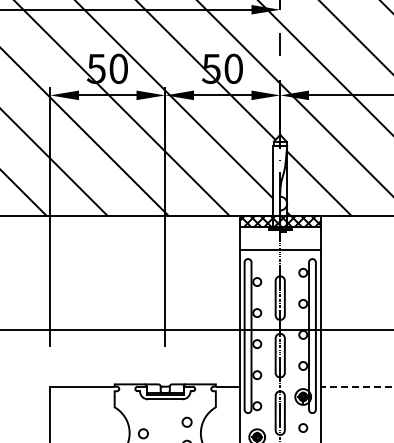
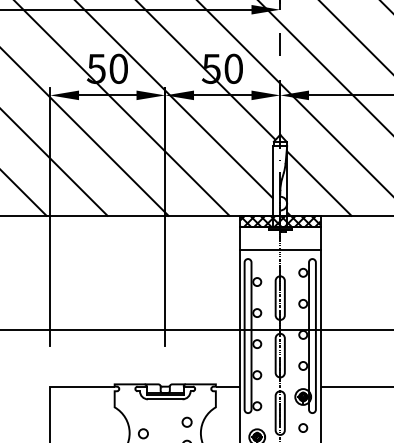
line at (356, 386): dashed -> solid
